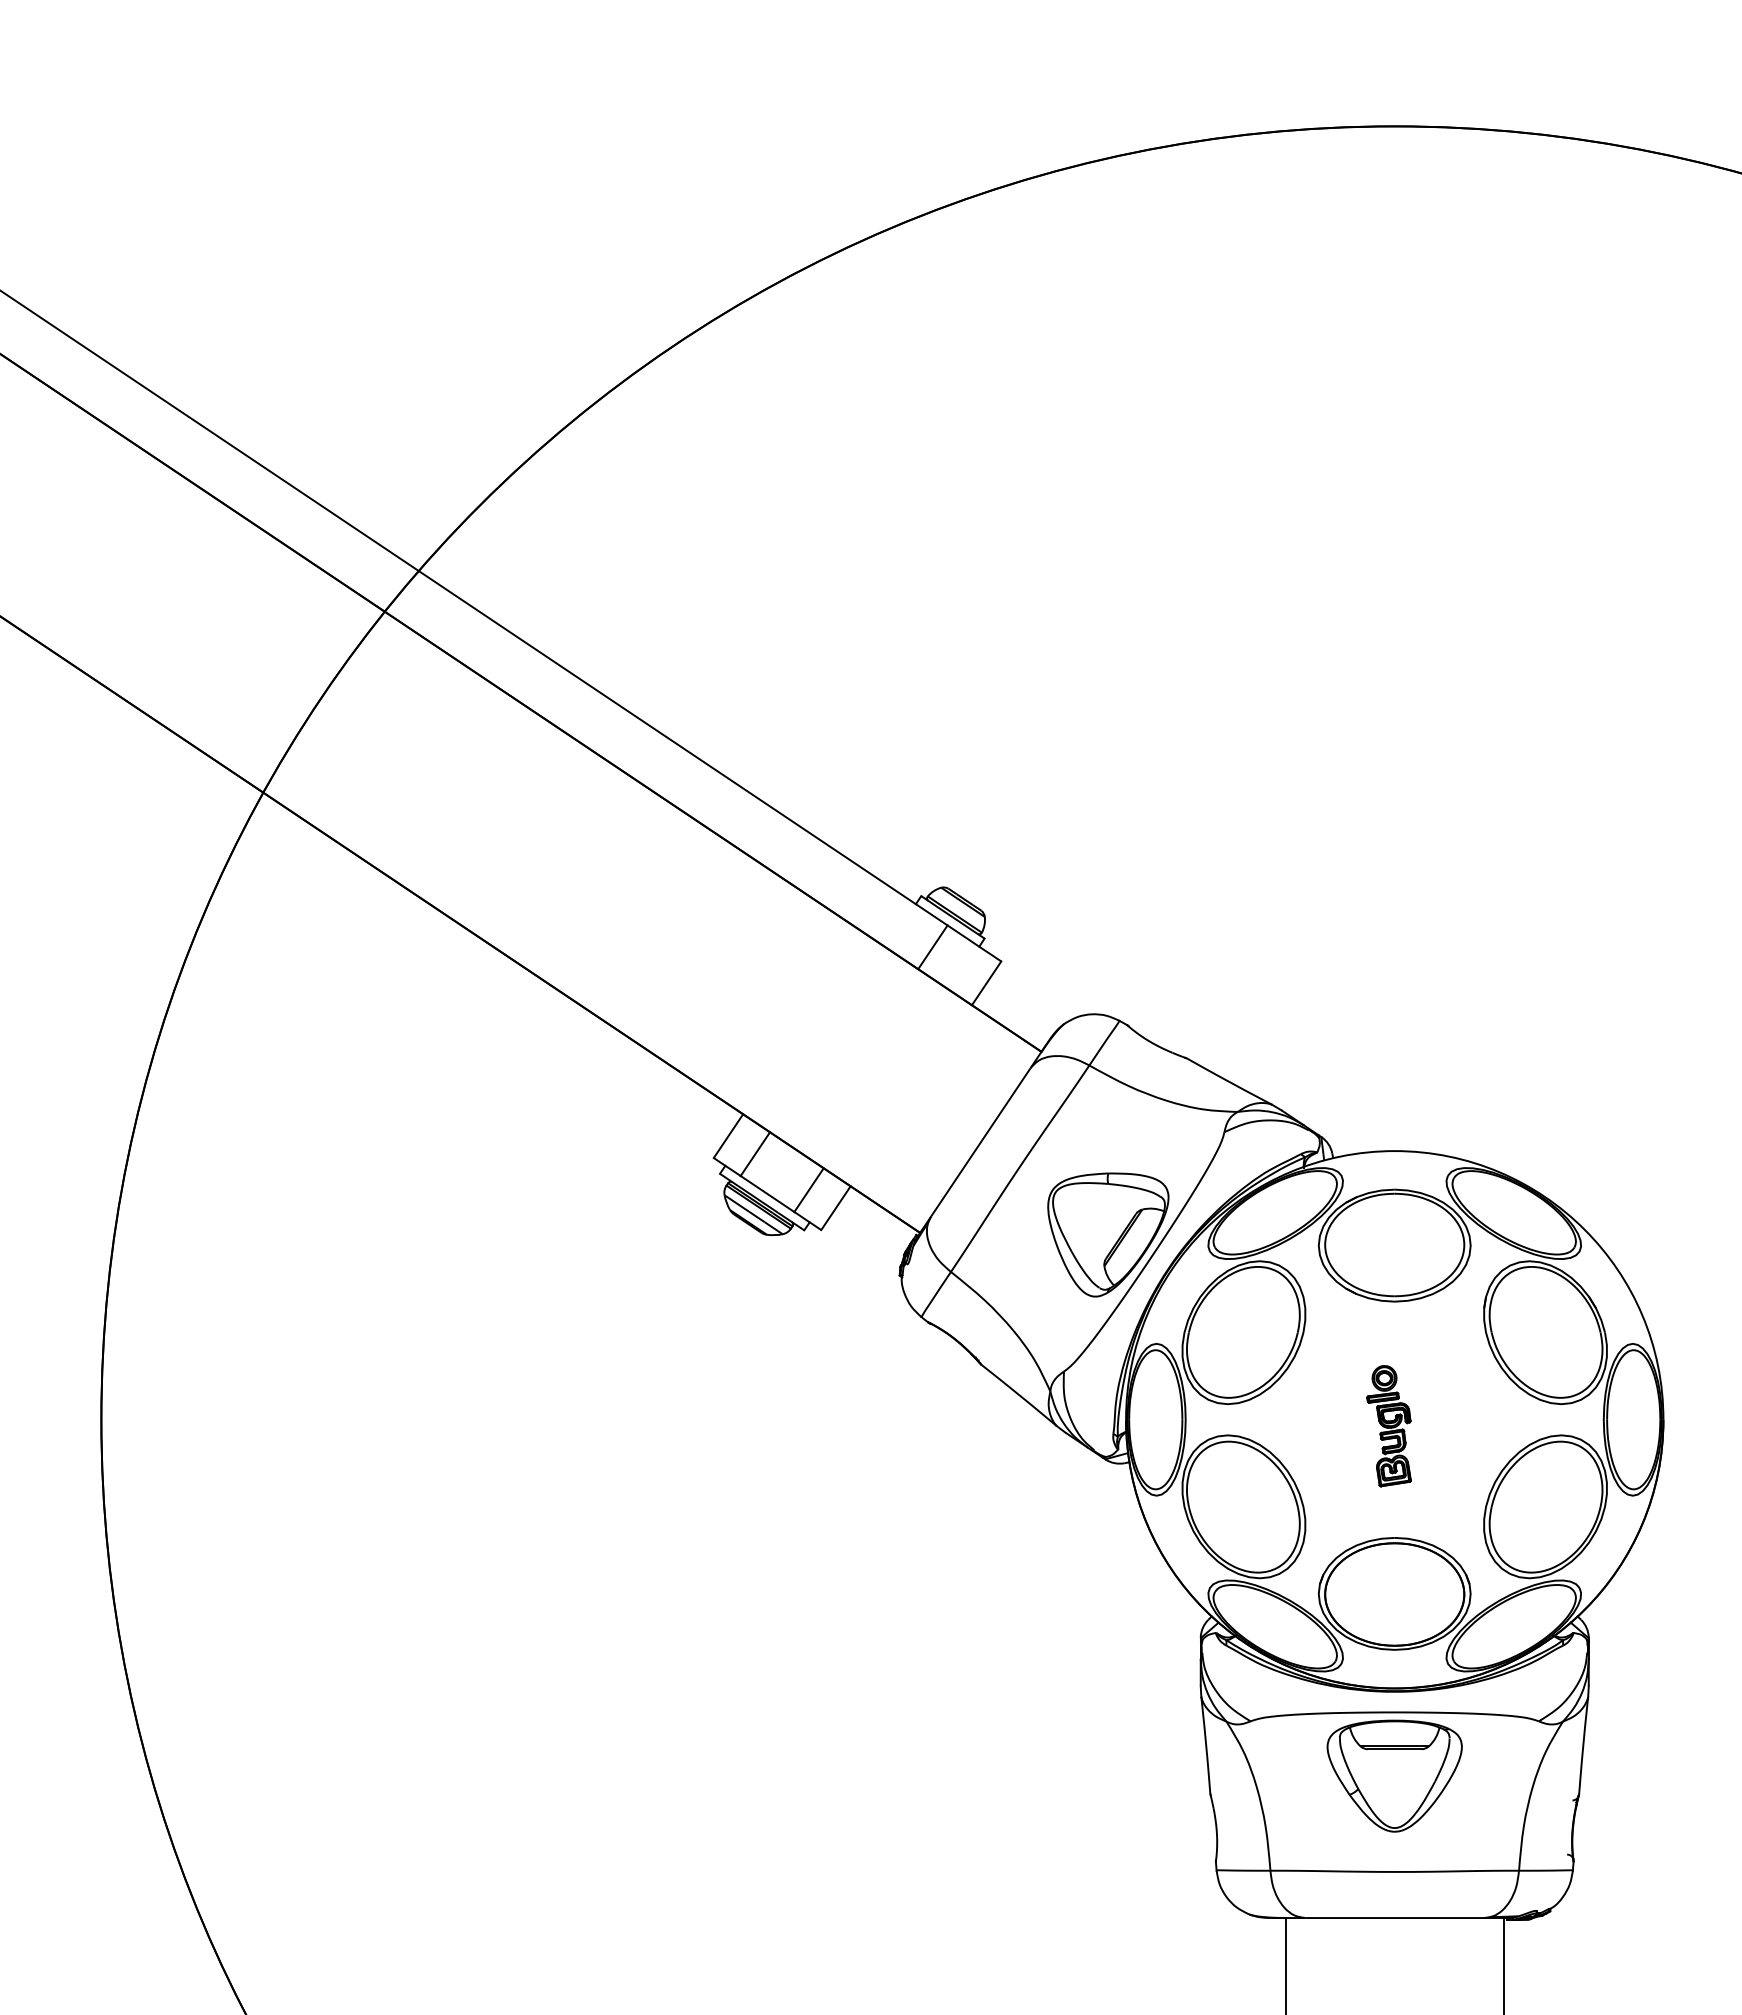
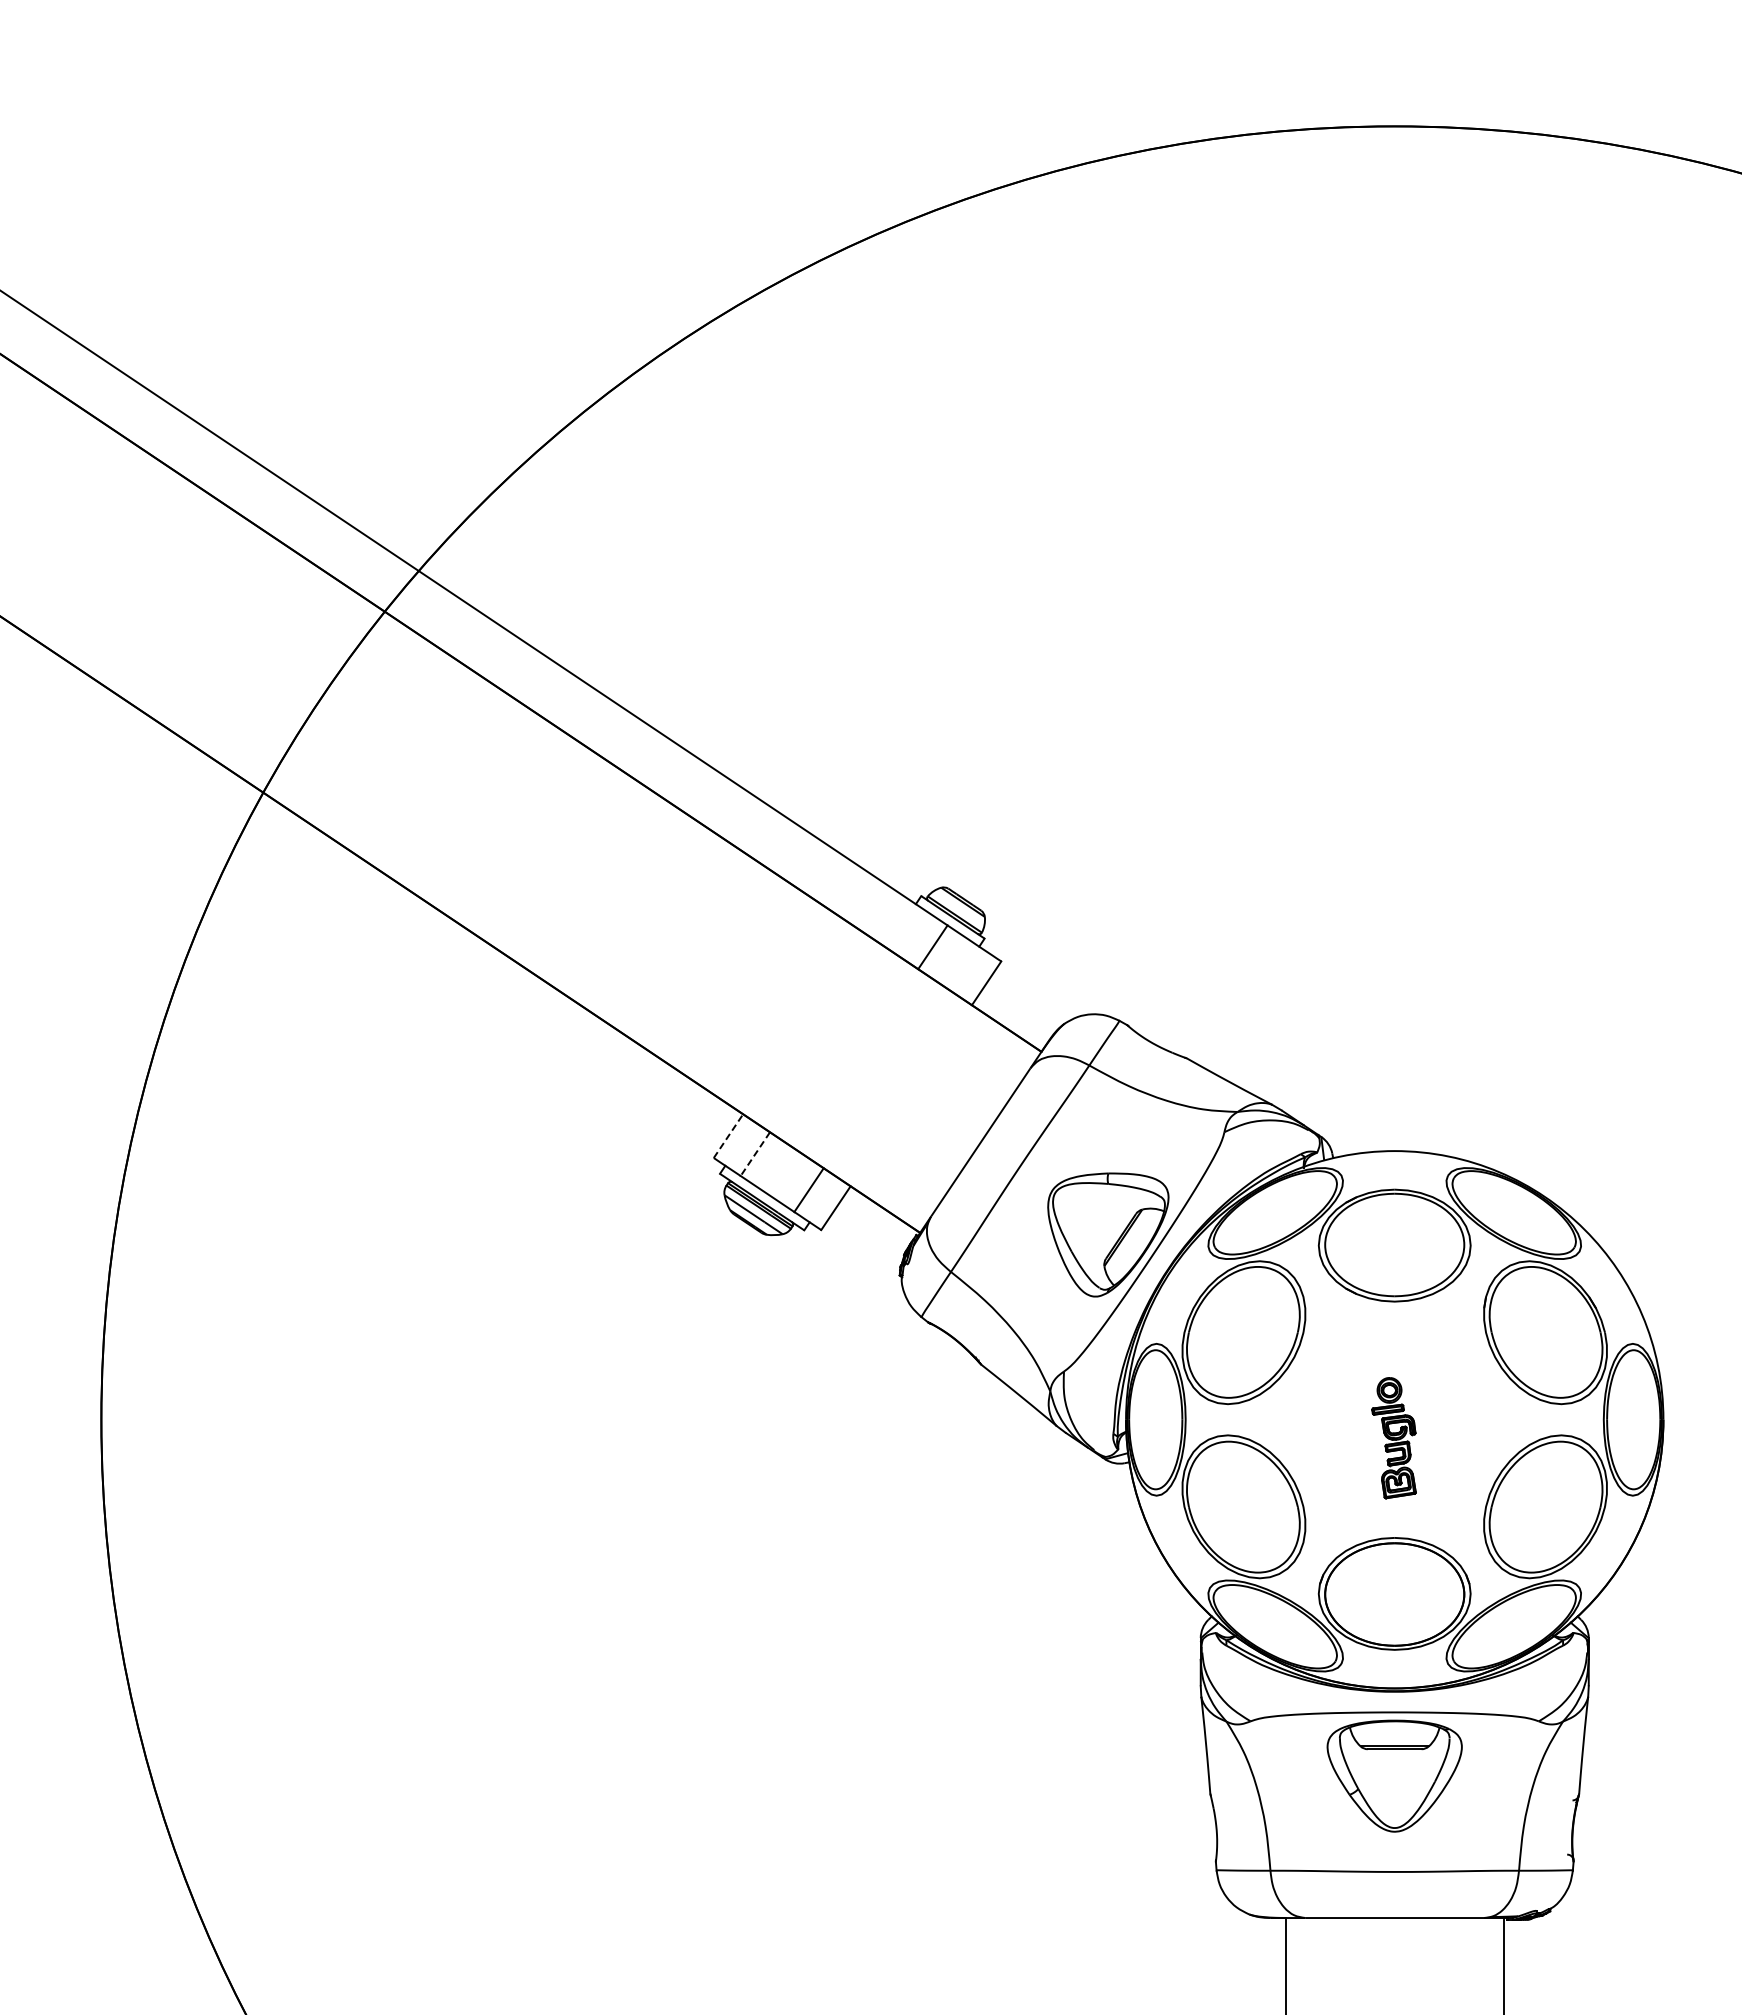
line at (728, 1135): solid -> dashed
line at (755, 1154): solid -> dashed
part at (1388, 1426) position: (1388, 1426) -> (1393, 1438)
